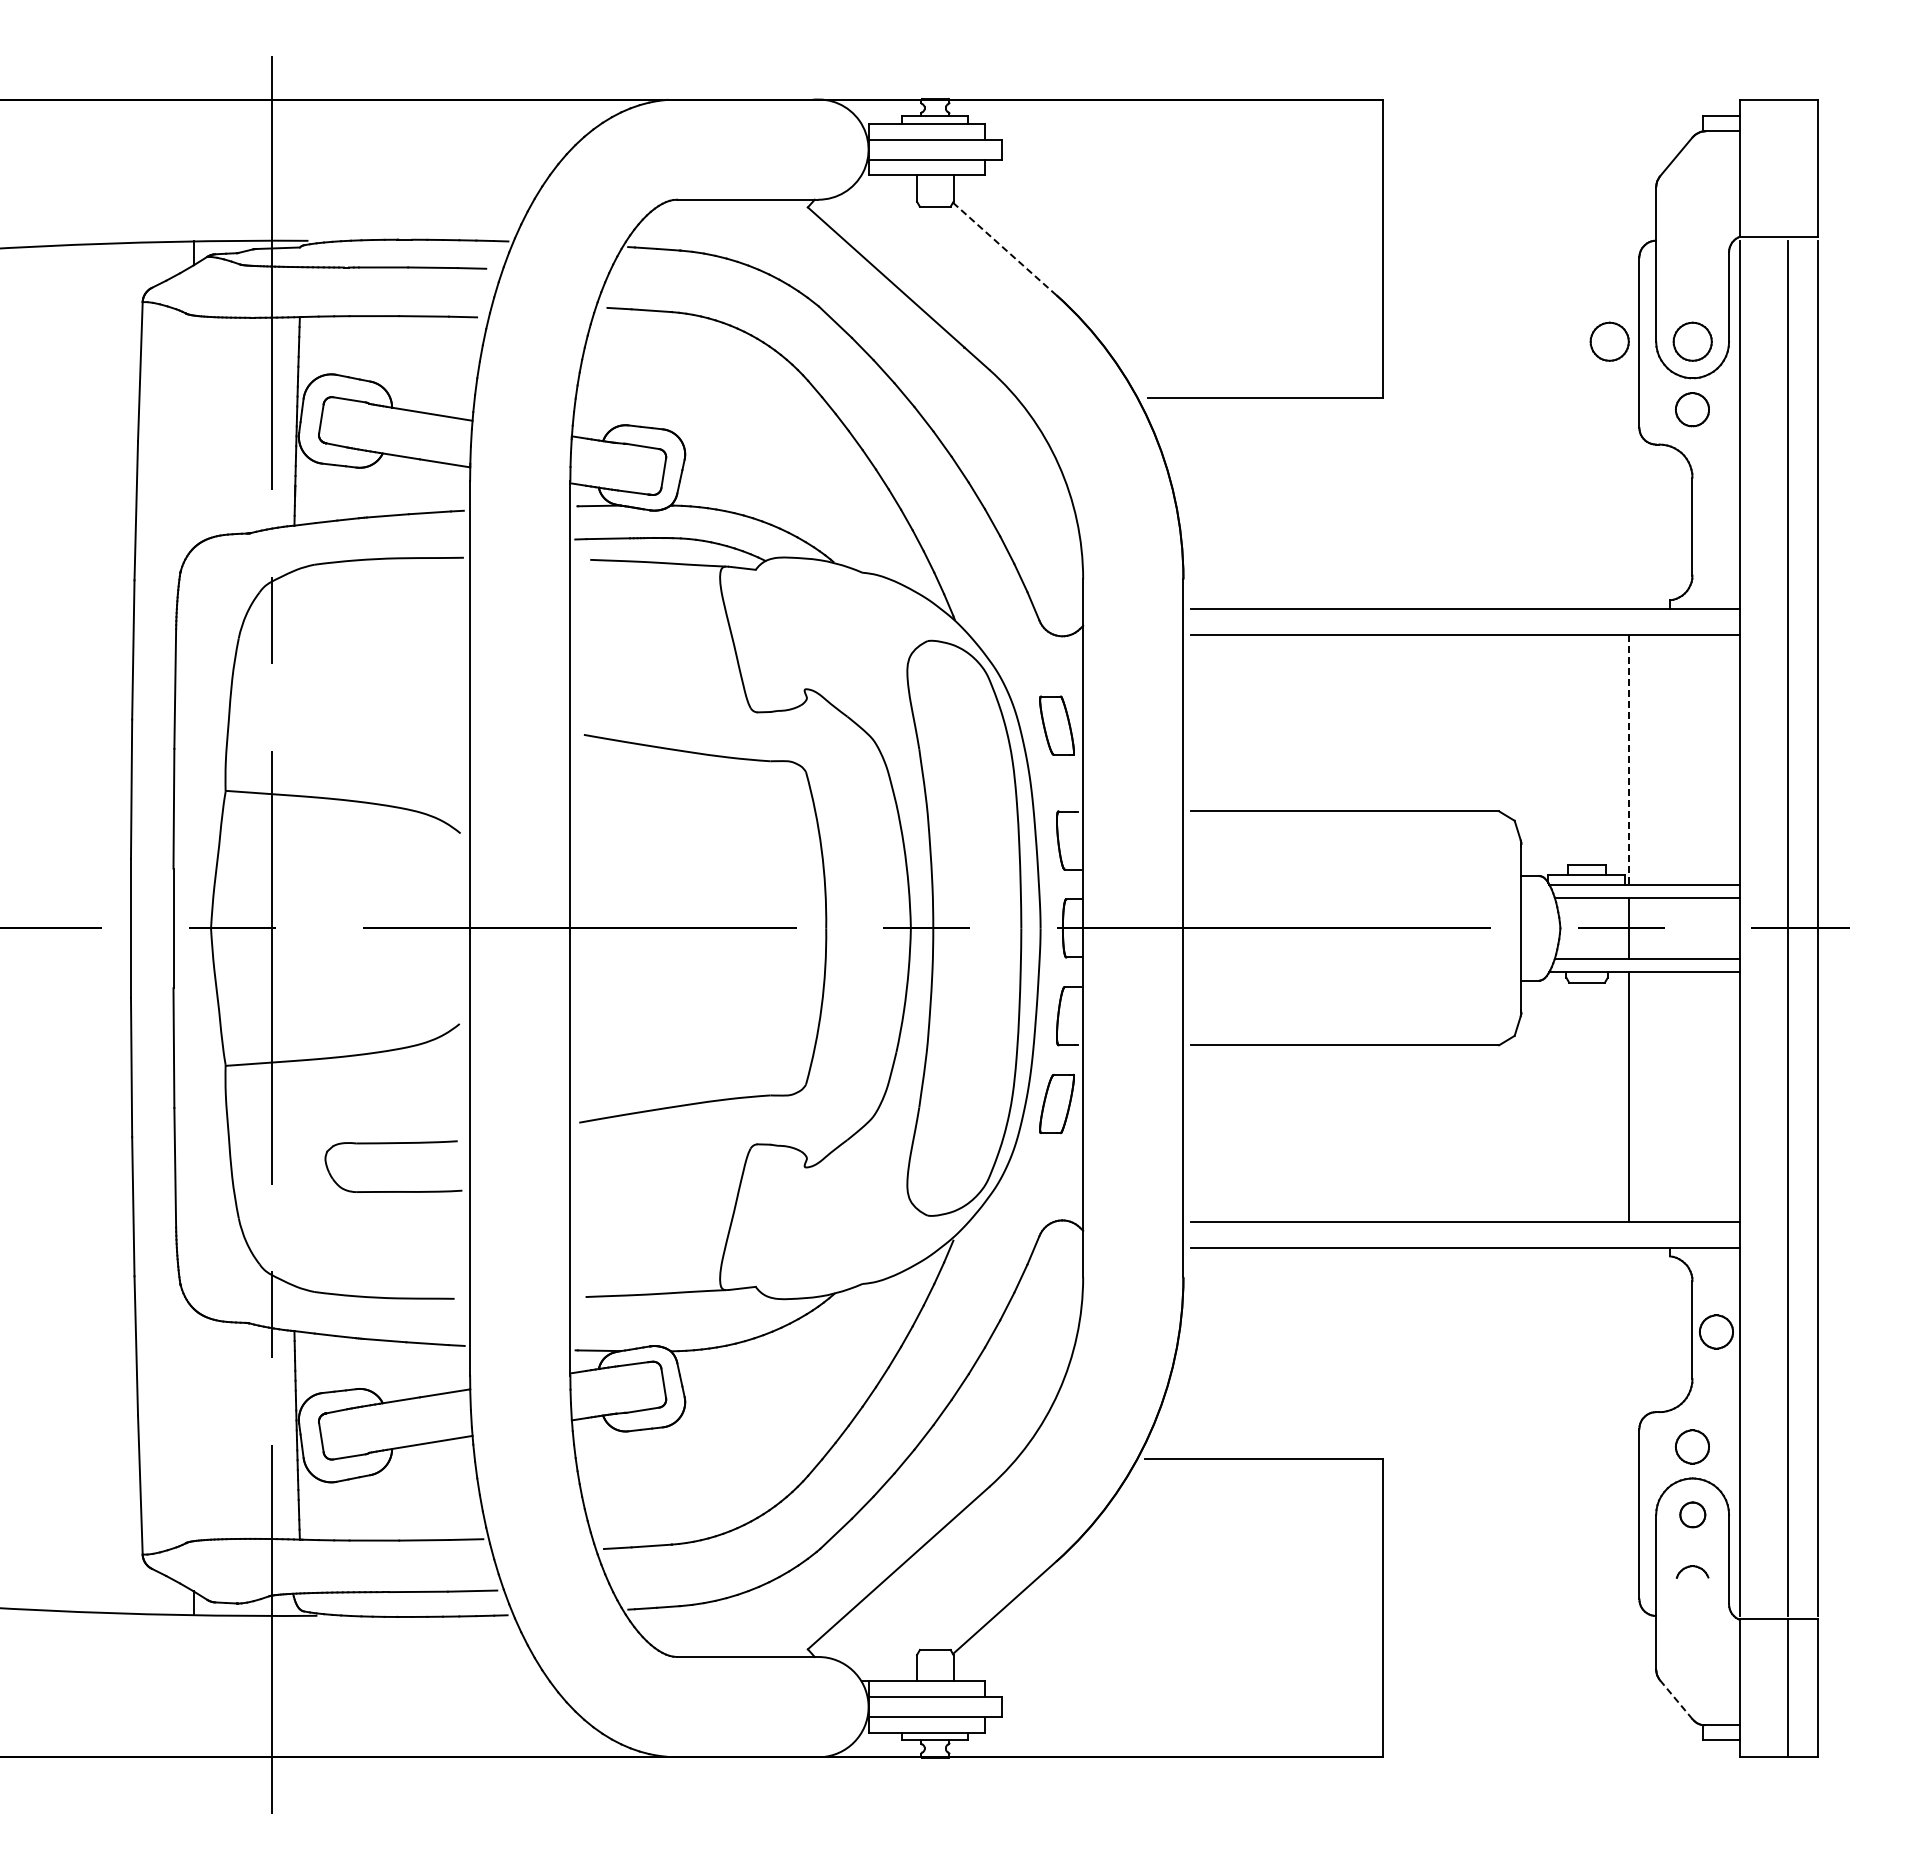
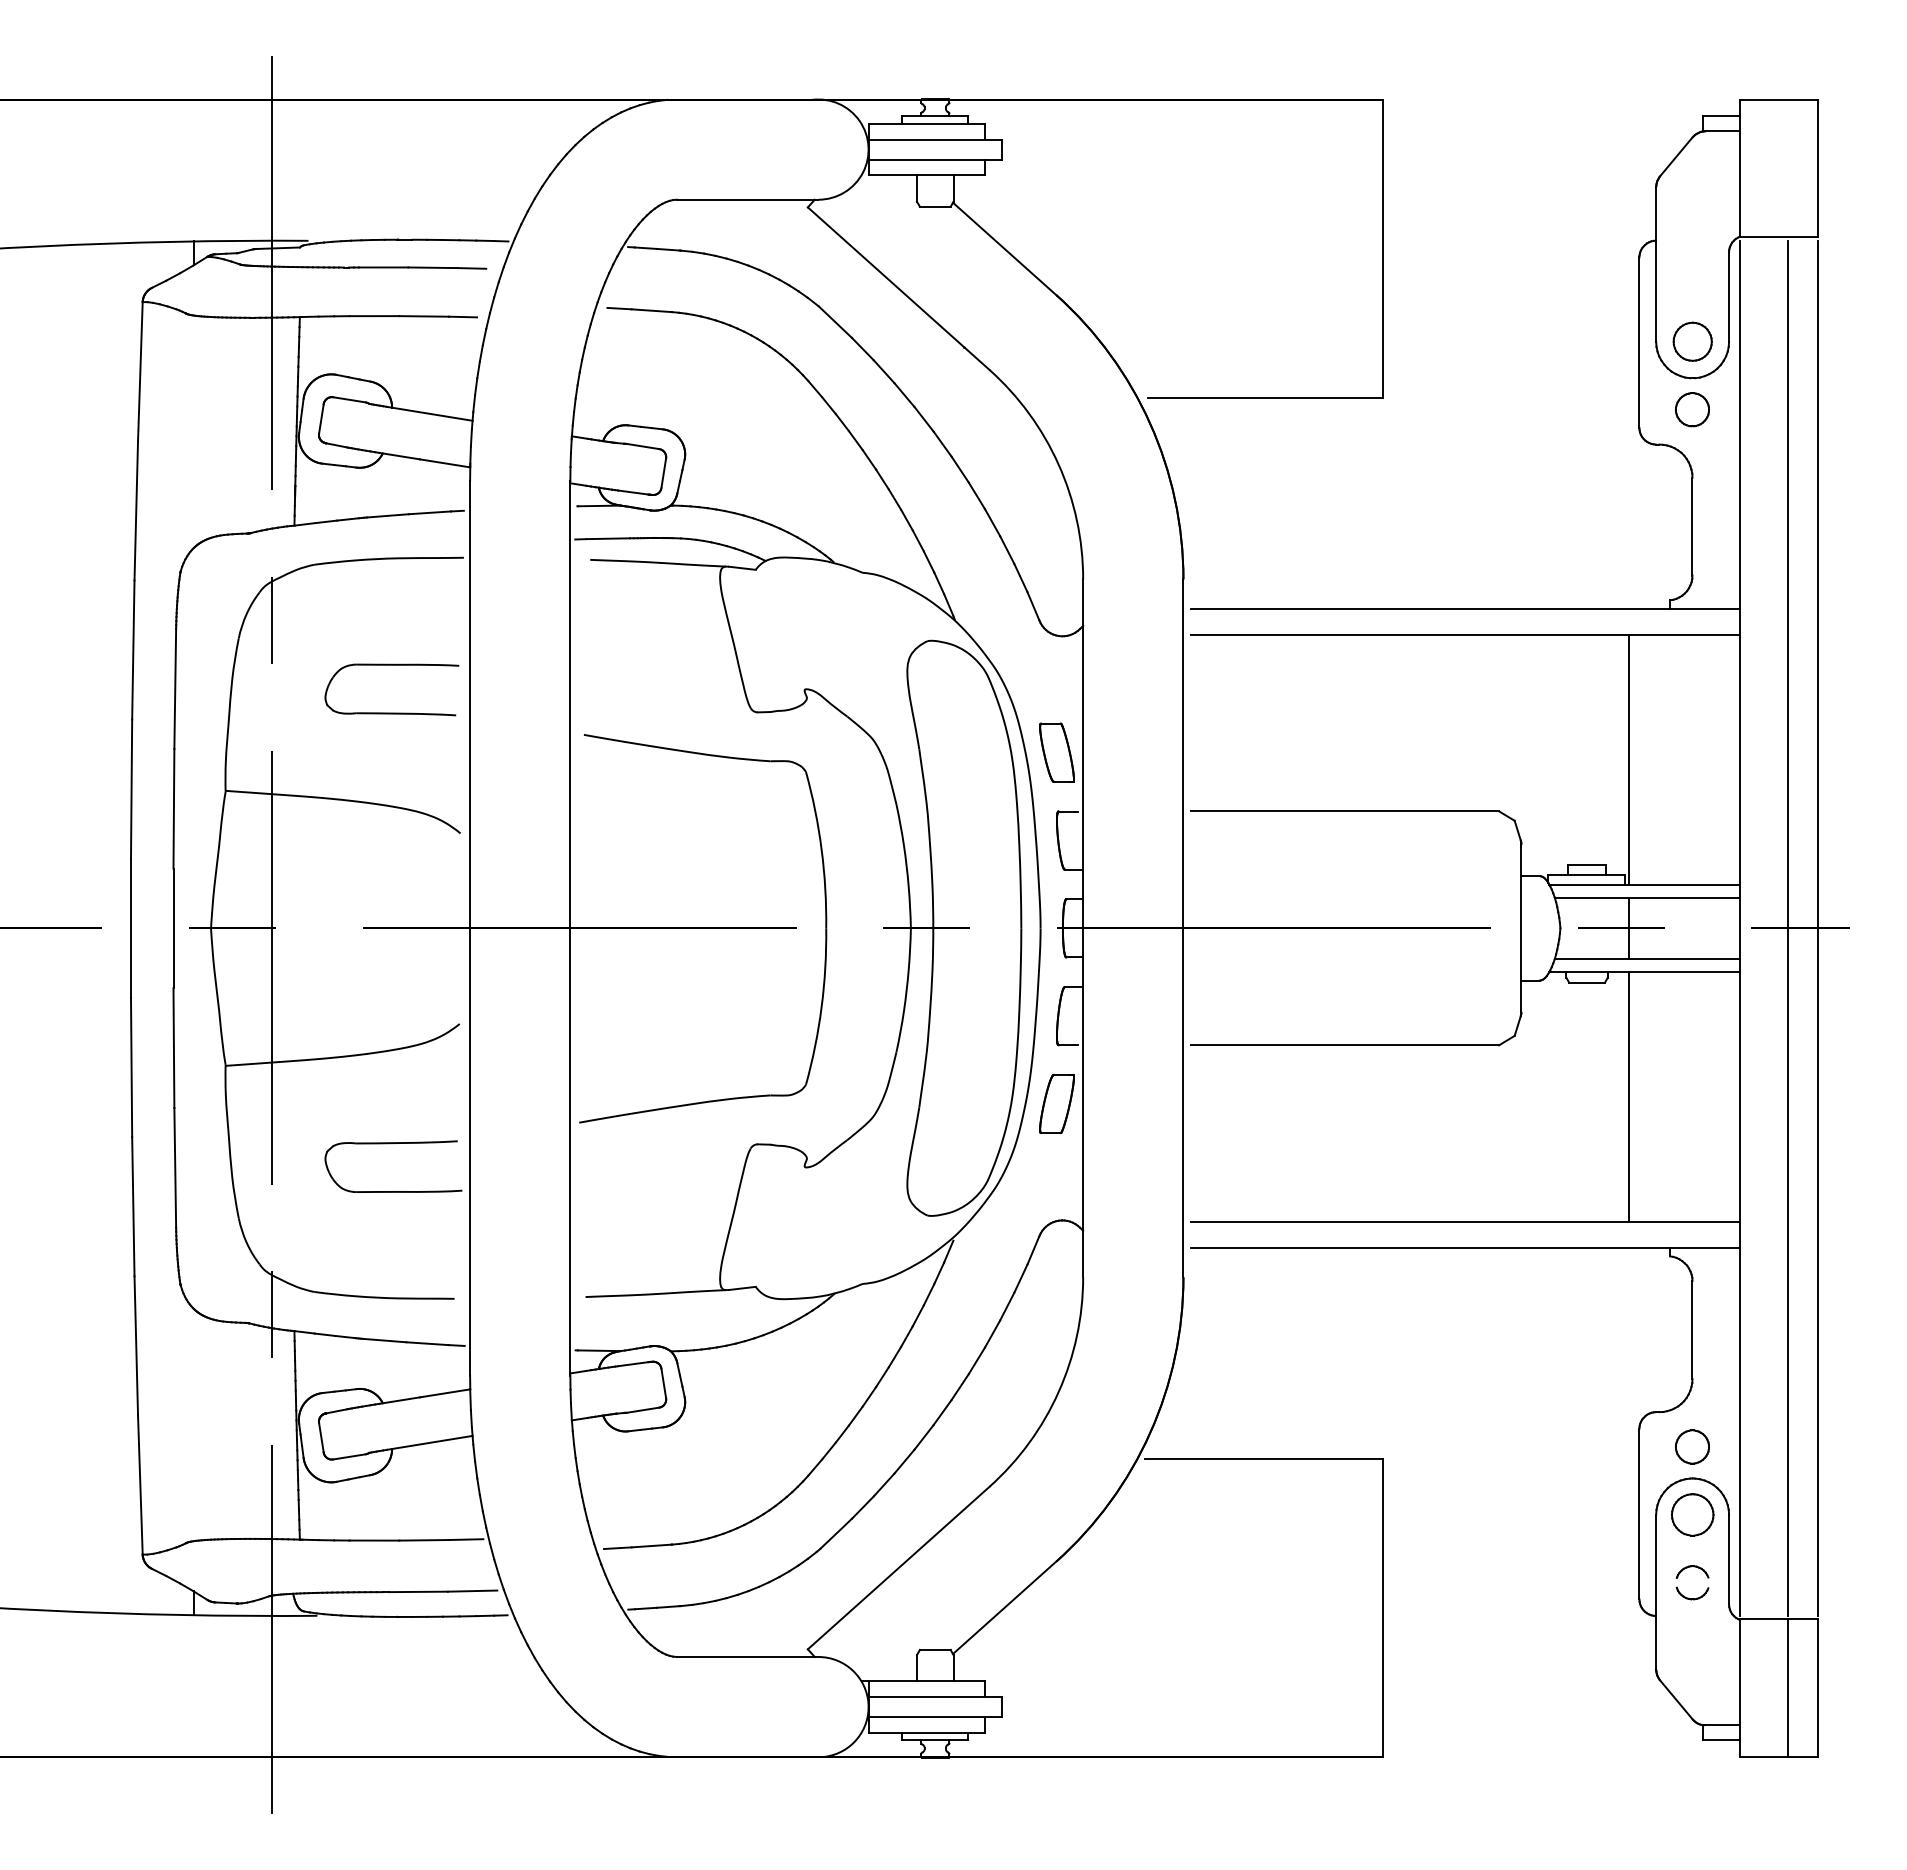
line at (1005, 249): dashed -> solid
part at (1609, 341): present -> none
part at (391, 712): none -> present
part at (1056, 725) position: (1056, 725) -> (1056, 752)
line at (1628, 760): dashed -> solid
part at (1716, 1331): present -> none
part at (1692, 1514) size: 28x28 px -> 44x44 px
part at (1692, 1593): none -> present
line at (1676, 1700): dashed -> solid
